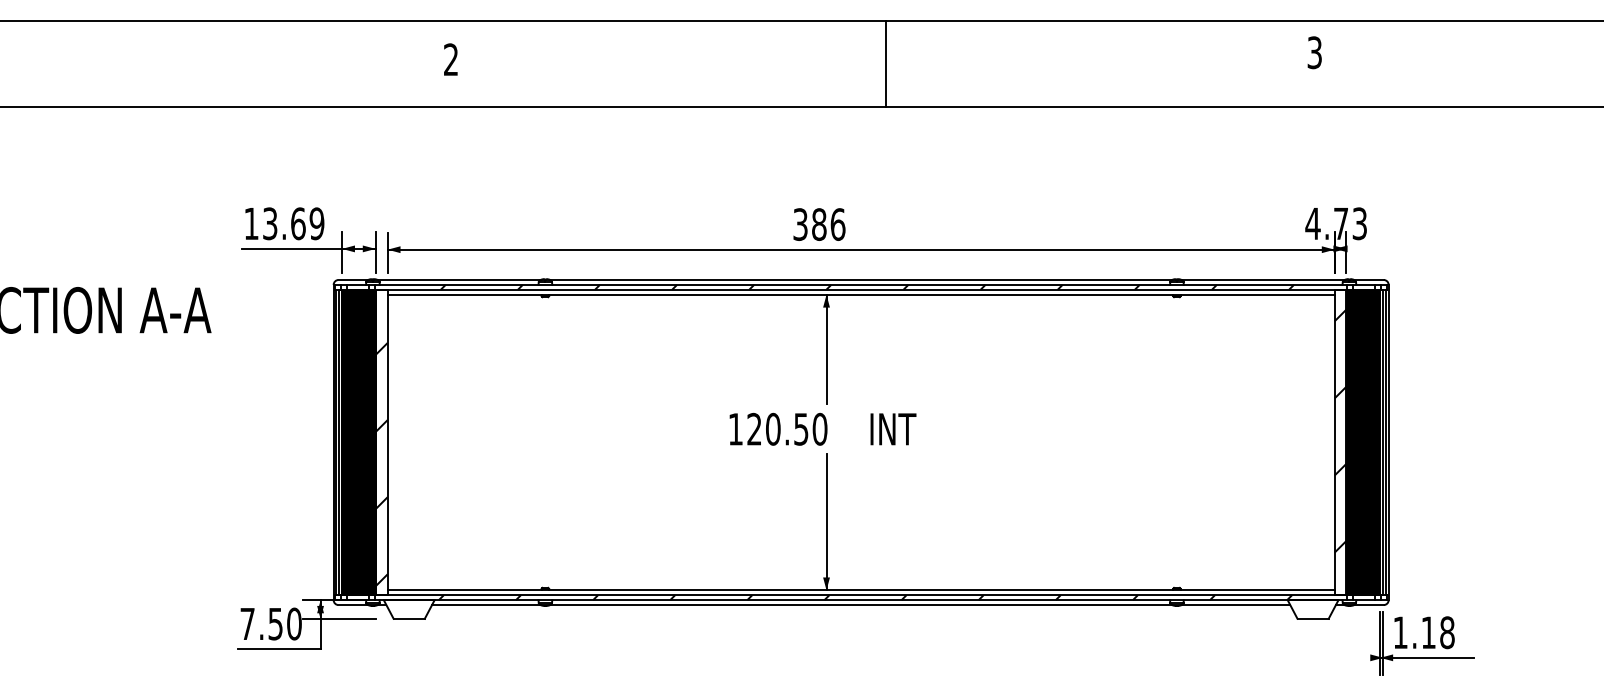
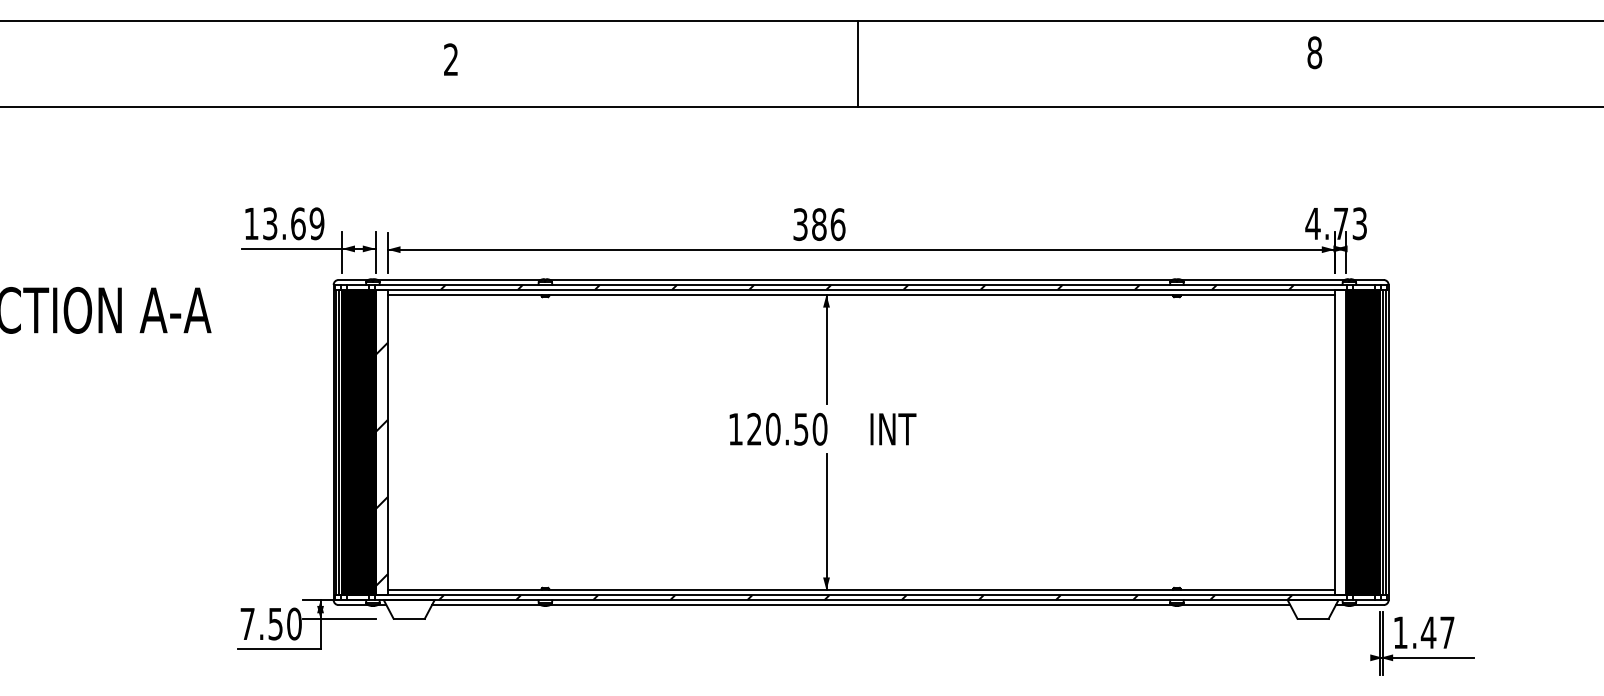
text at (1314, 52): 3 -> 8
line at (885, 63) position: (885, 63) -> (857, 63)
hatch at (1340, 430): present -> none
text at (1437, 632): 1.18 -> 1.47
